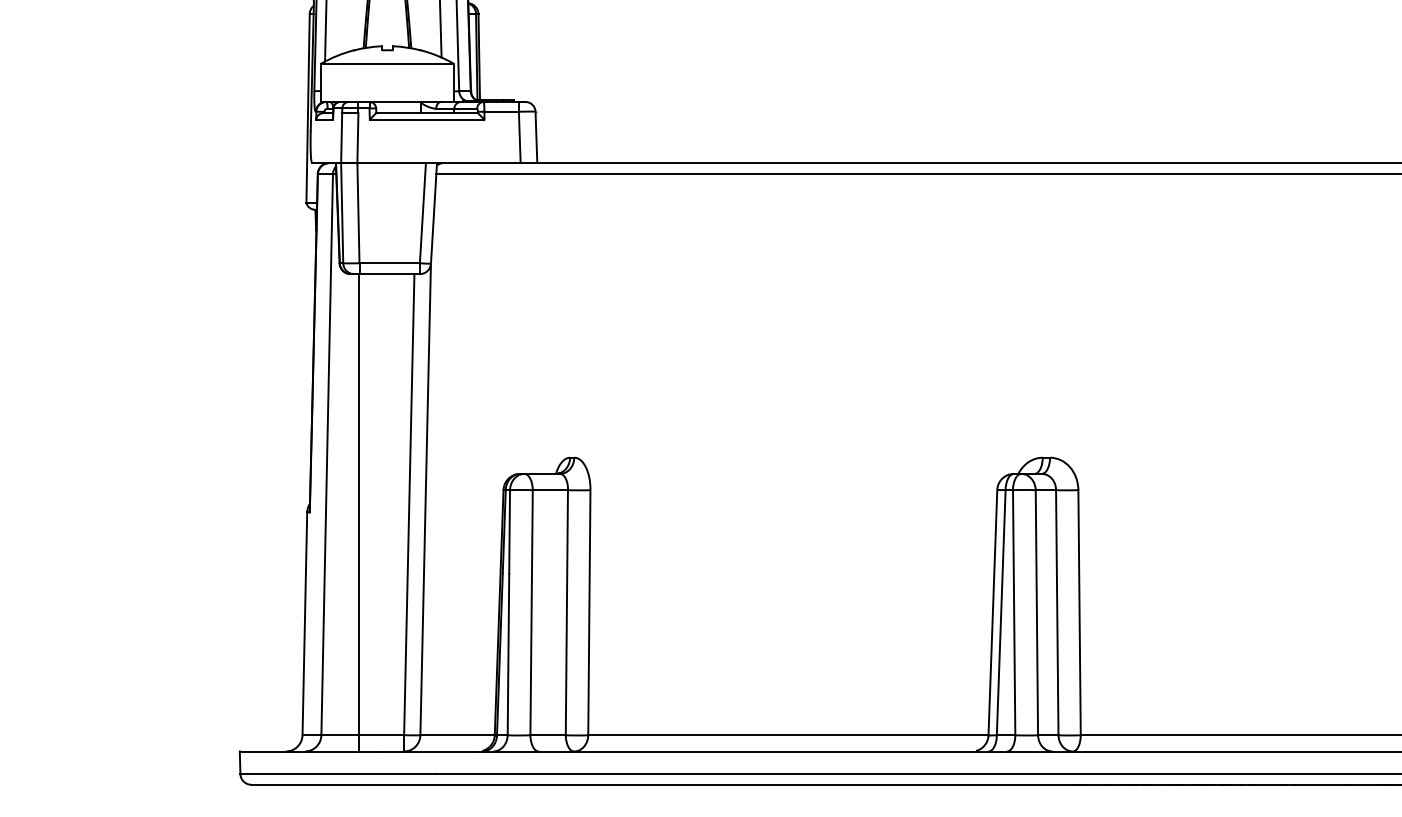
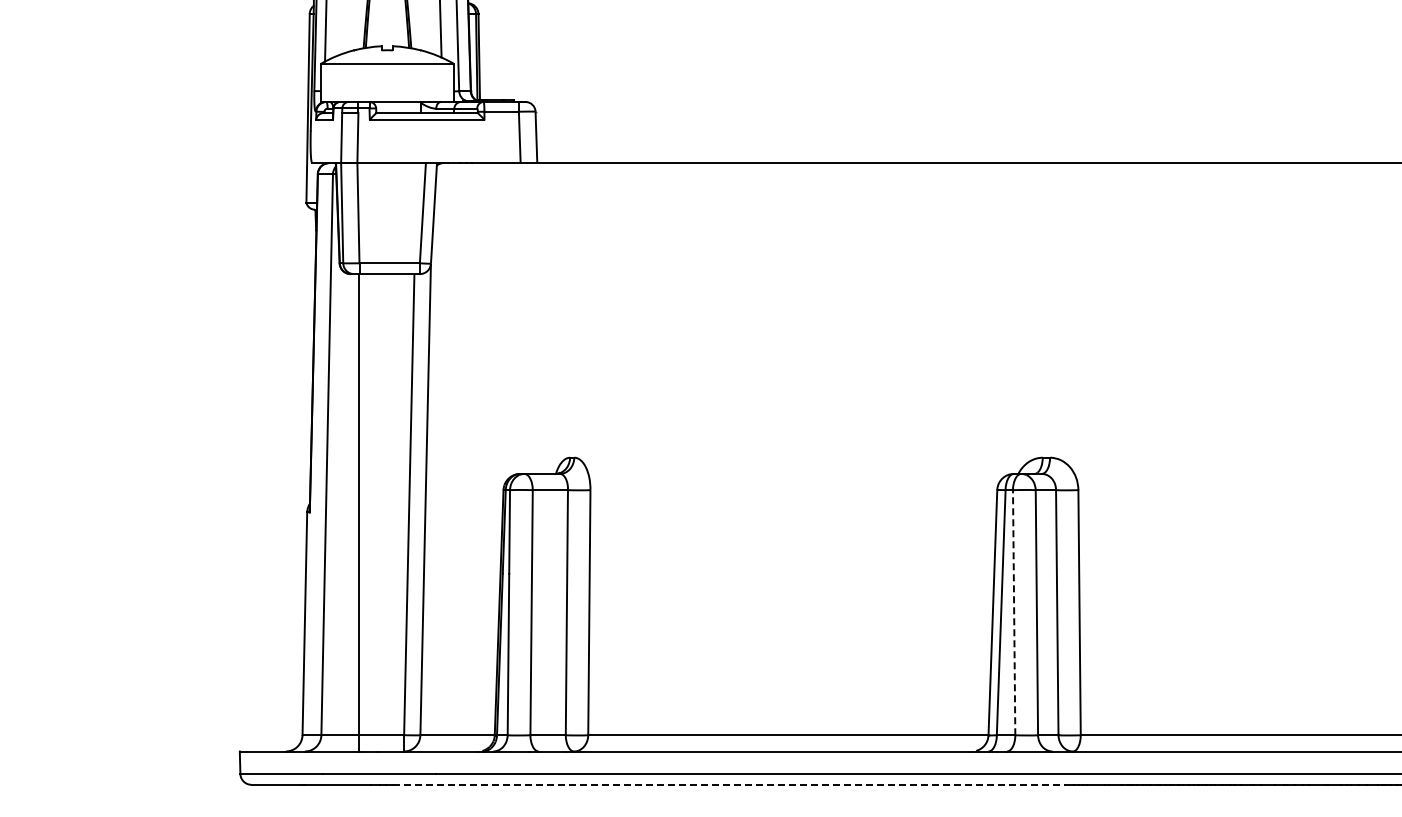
line at (917, 173): present -> none
line at (1014, 612): solid -> dashed
line at (729, 784): solid -> dashed
